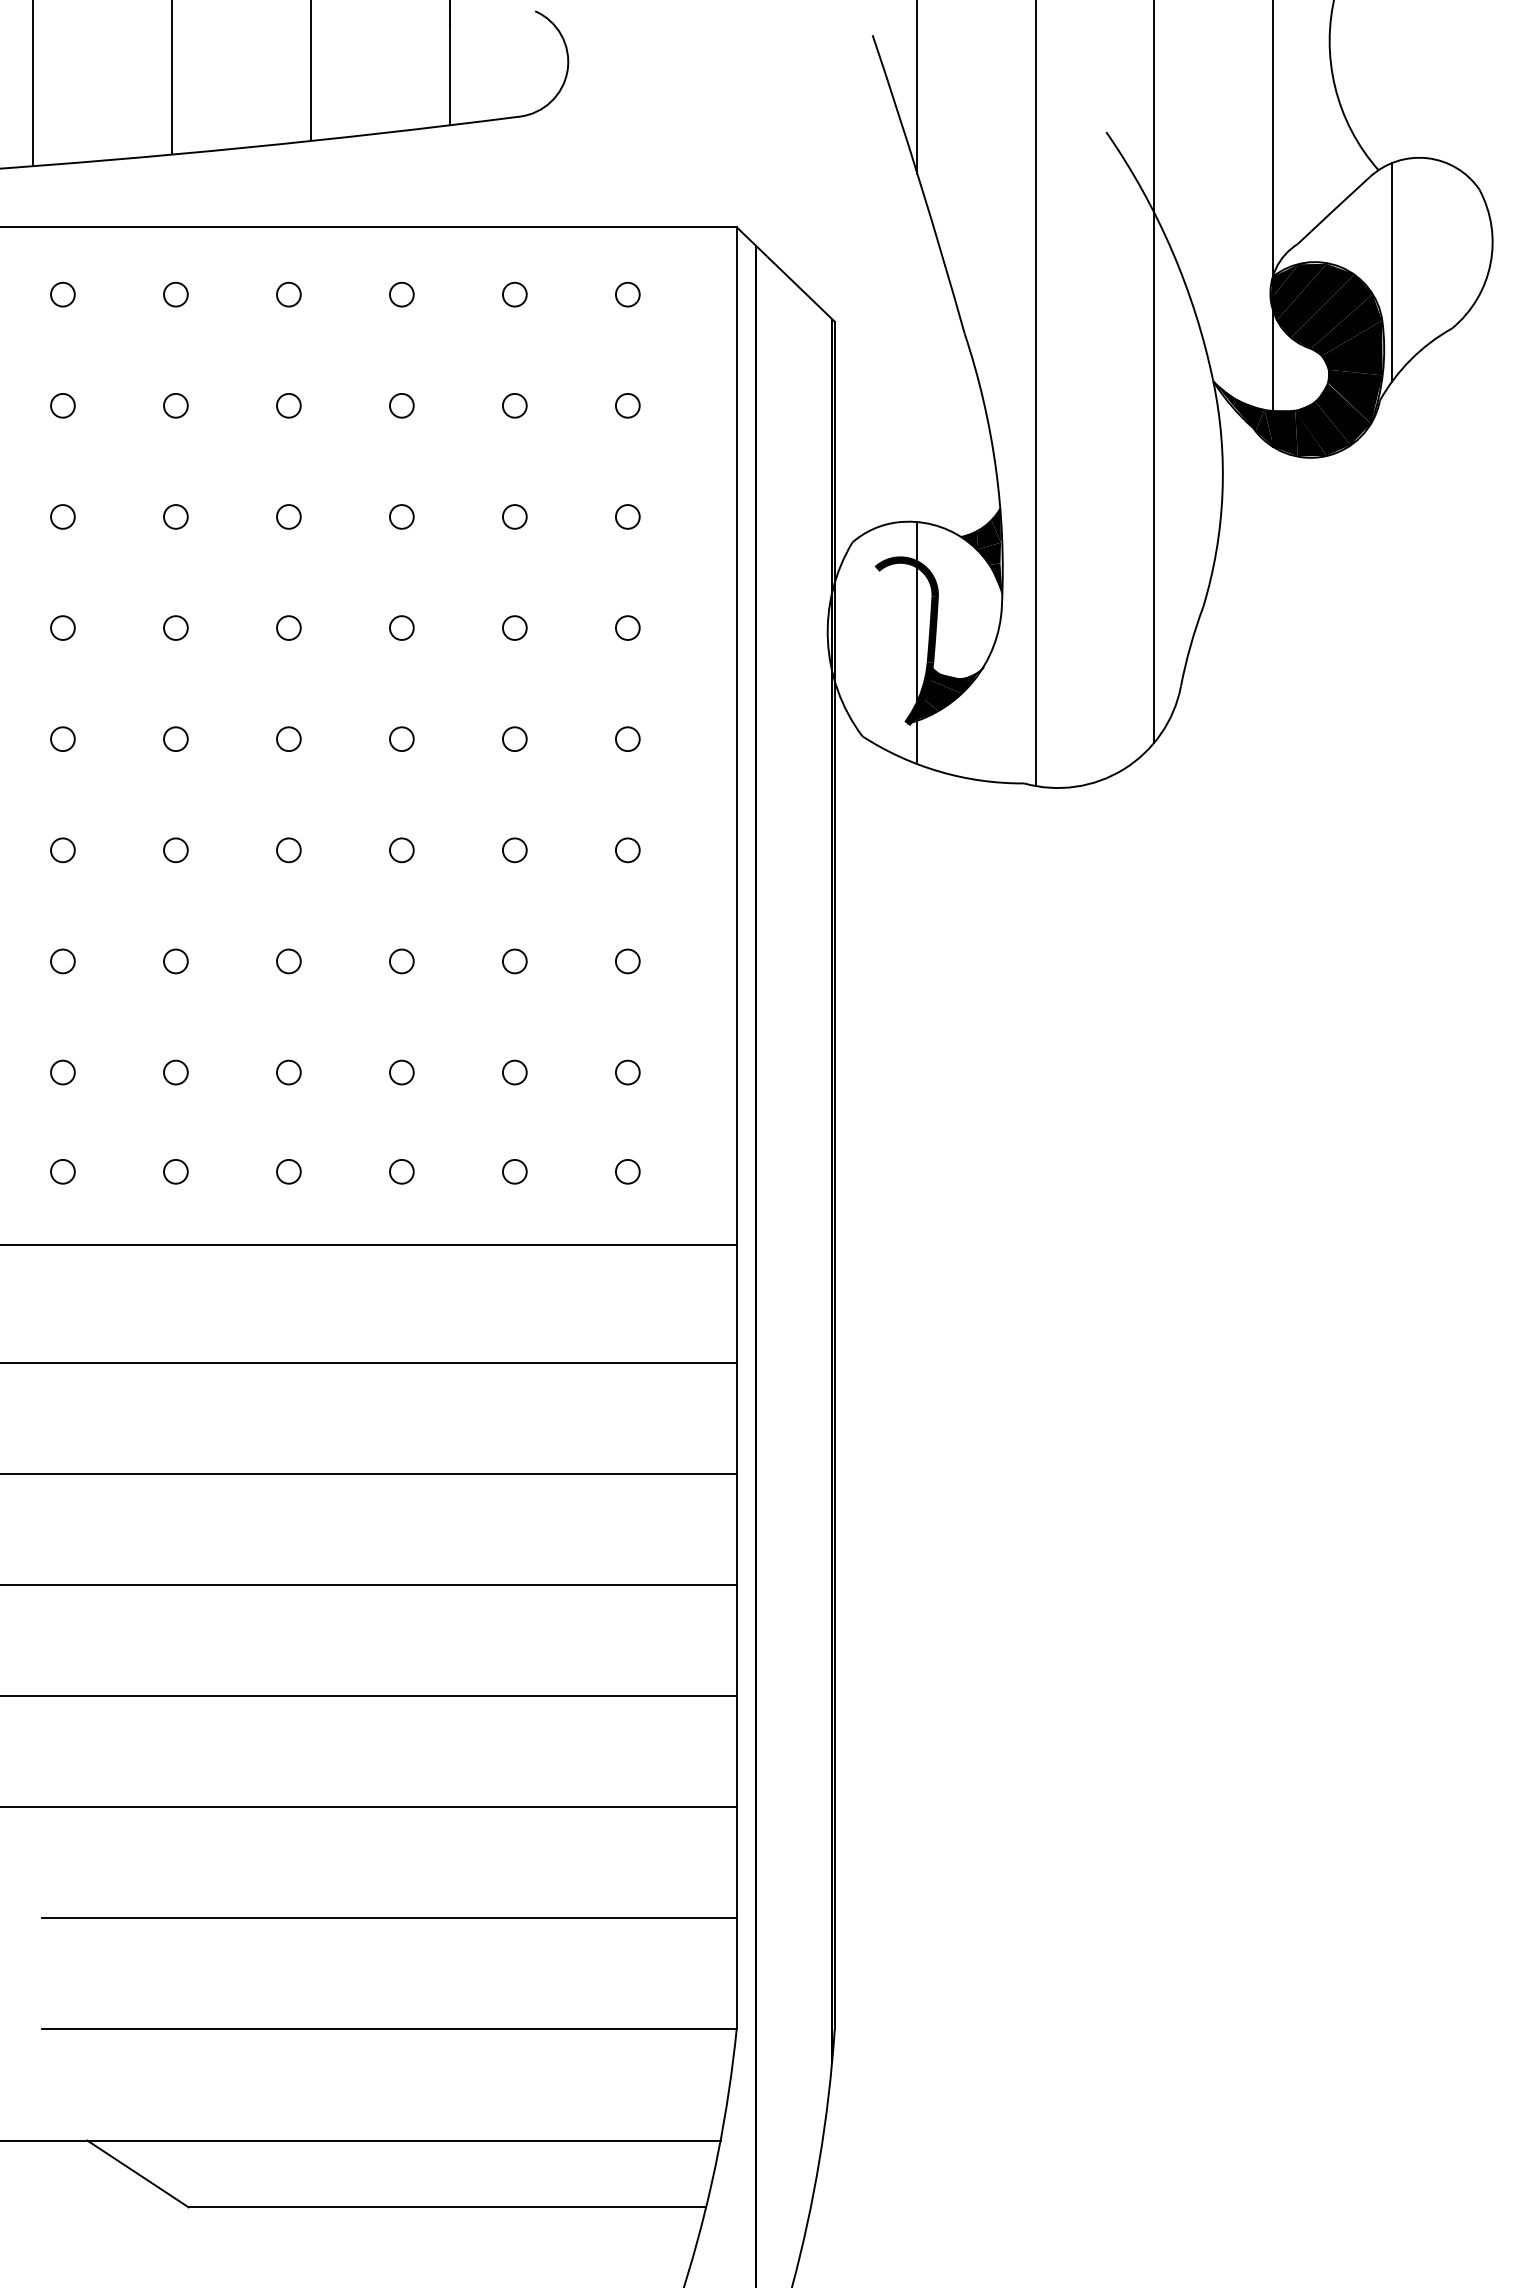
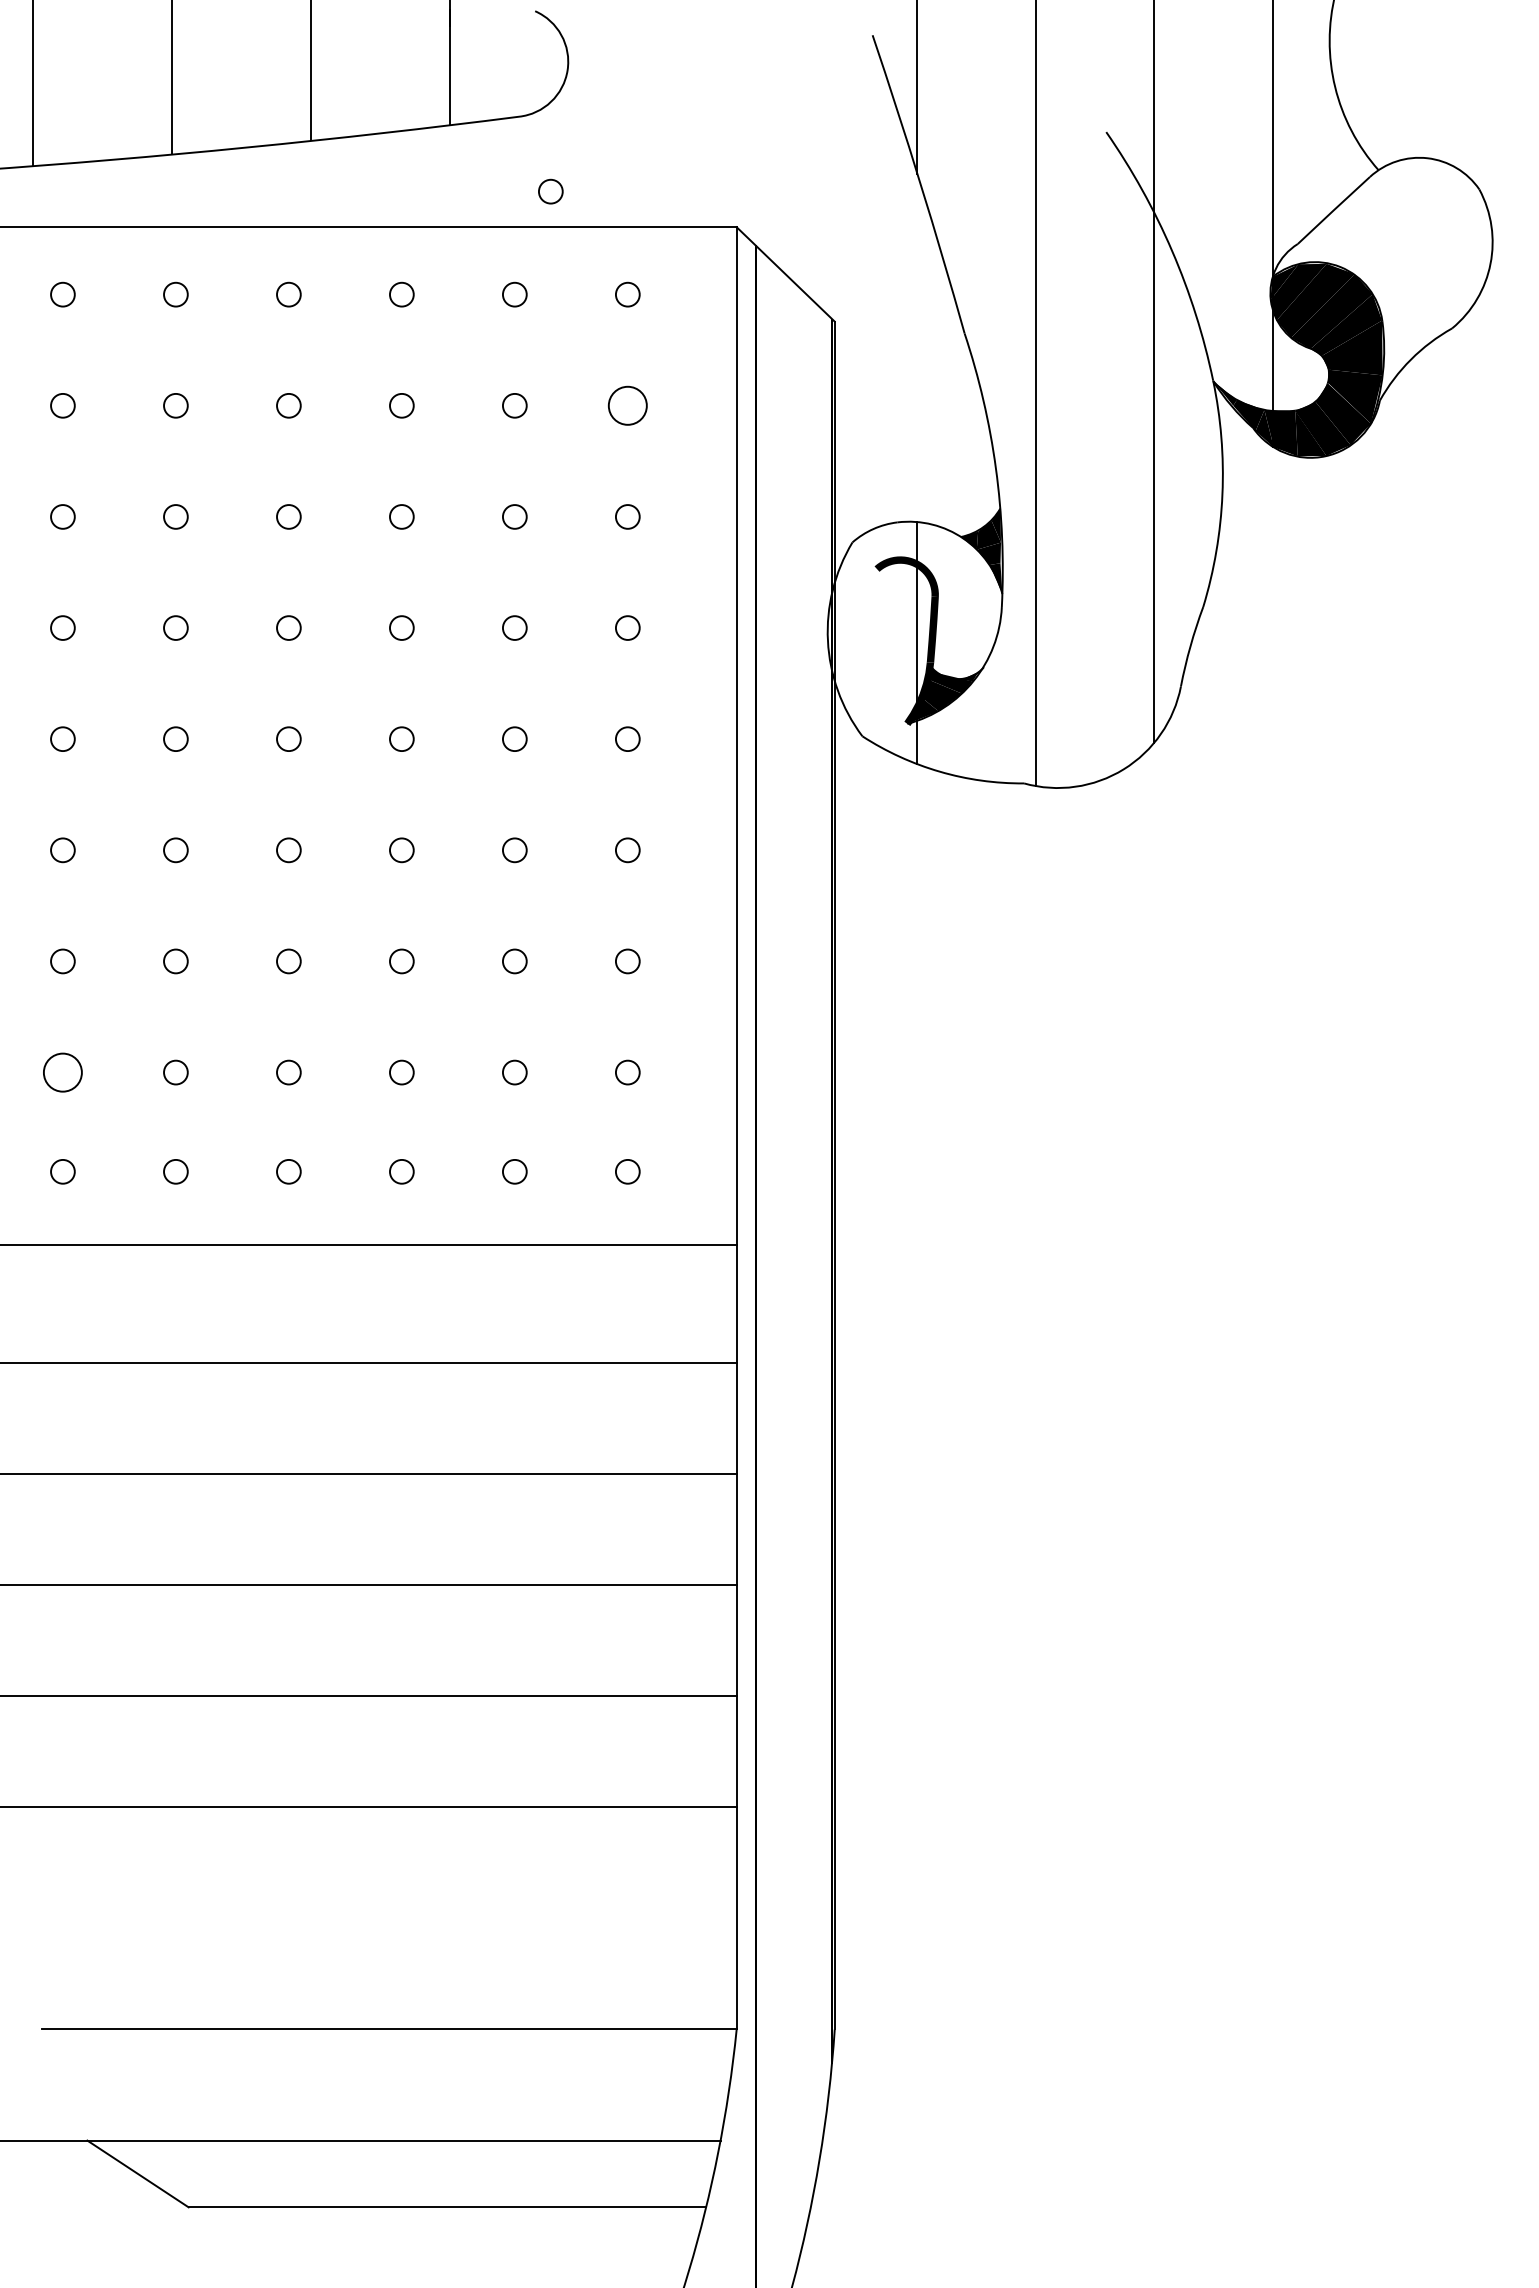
circle at (550, 191): none -> present
line at (1391, 272): present -> none
circle at (627, 405) diameter: 24 px -> 38 px
circle at (62, 1072) size: 26x27 px -> 40x41 px
line at (388, 1918): present -> none
